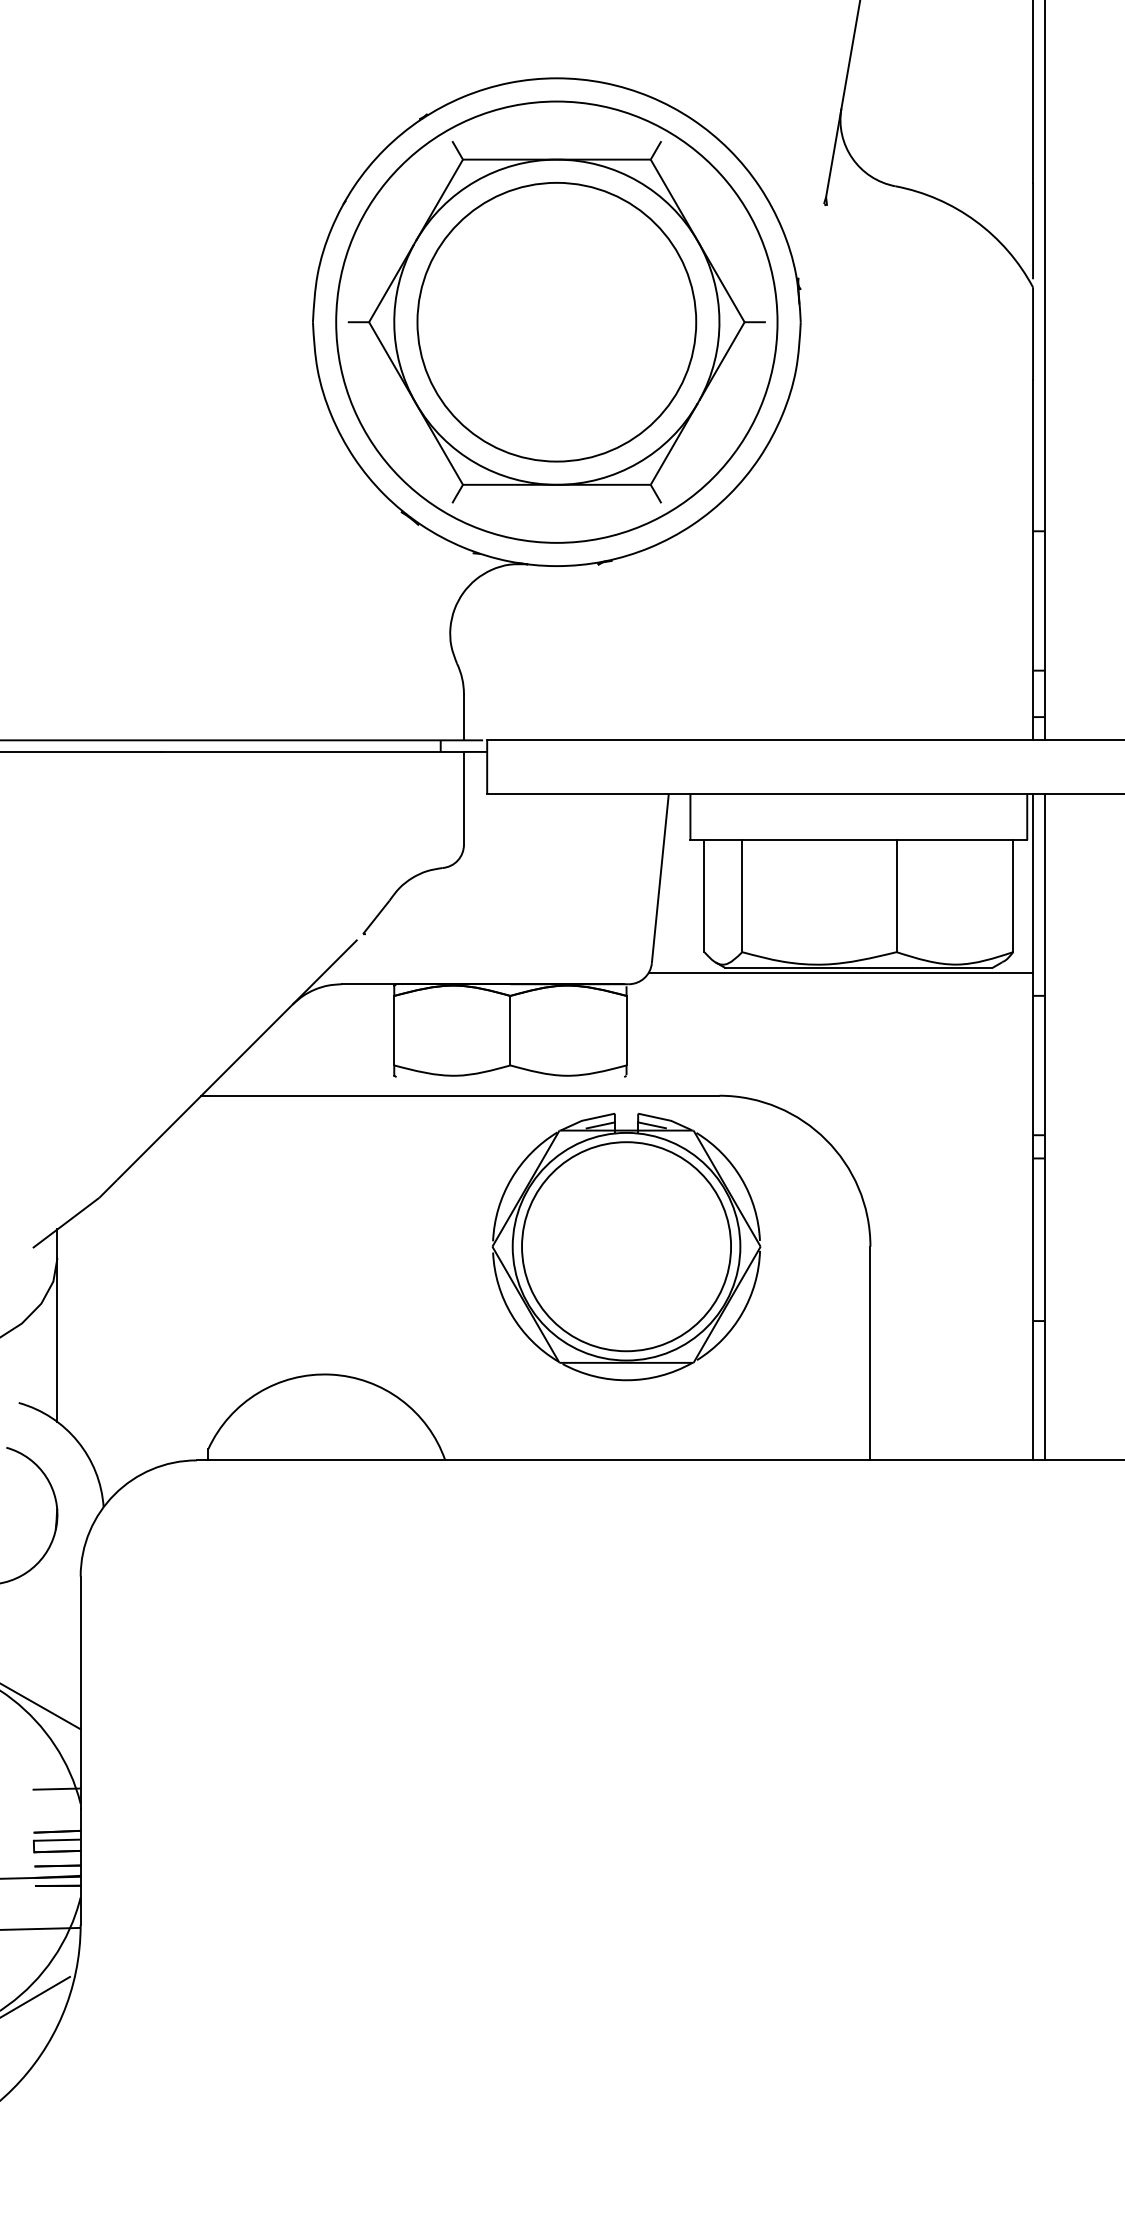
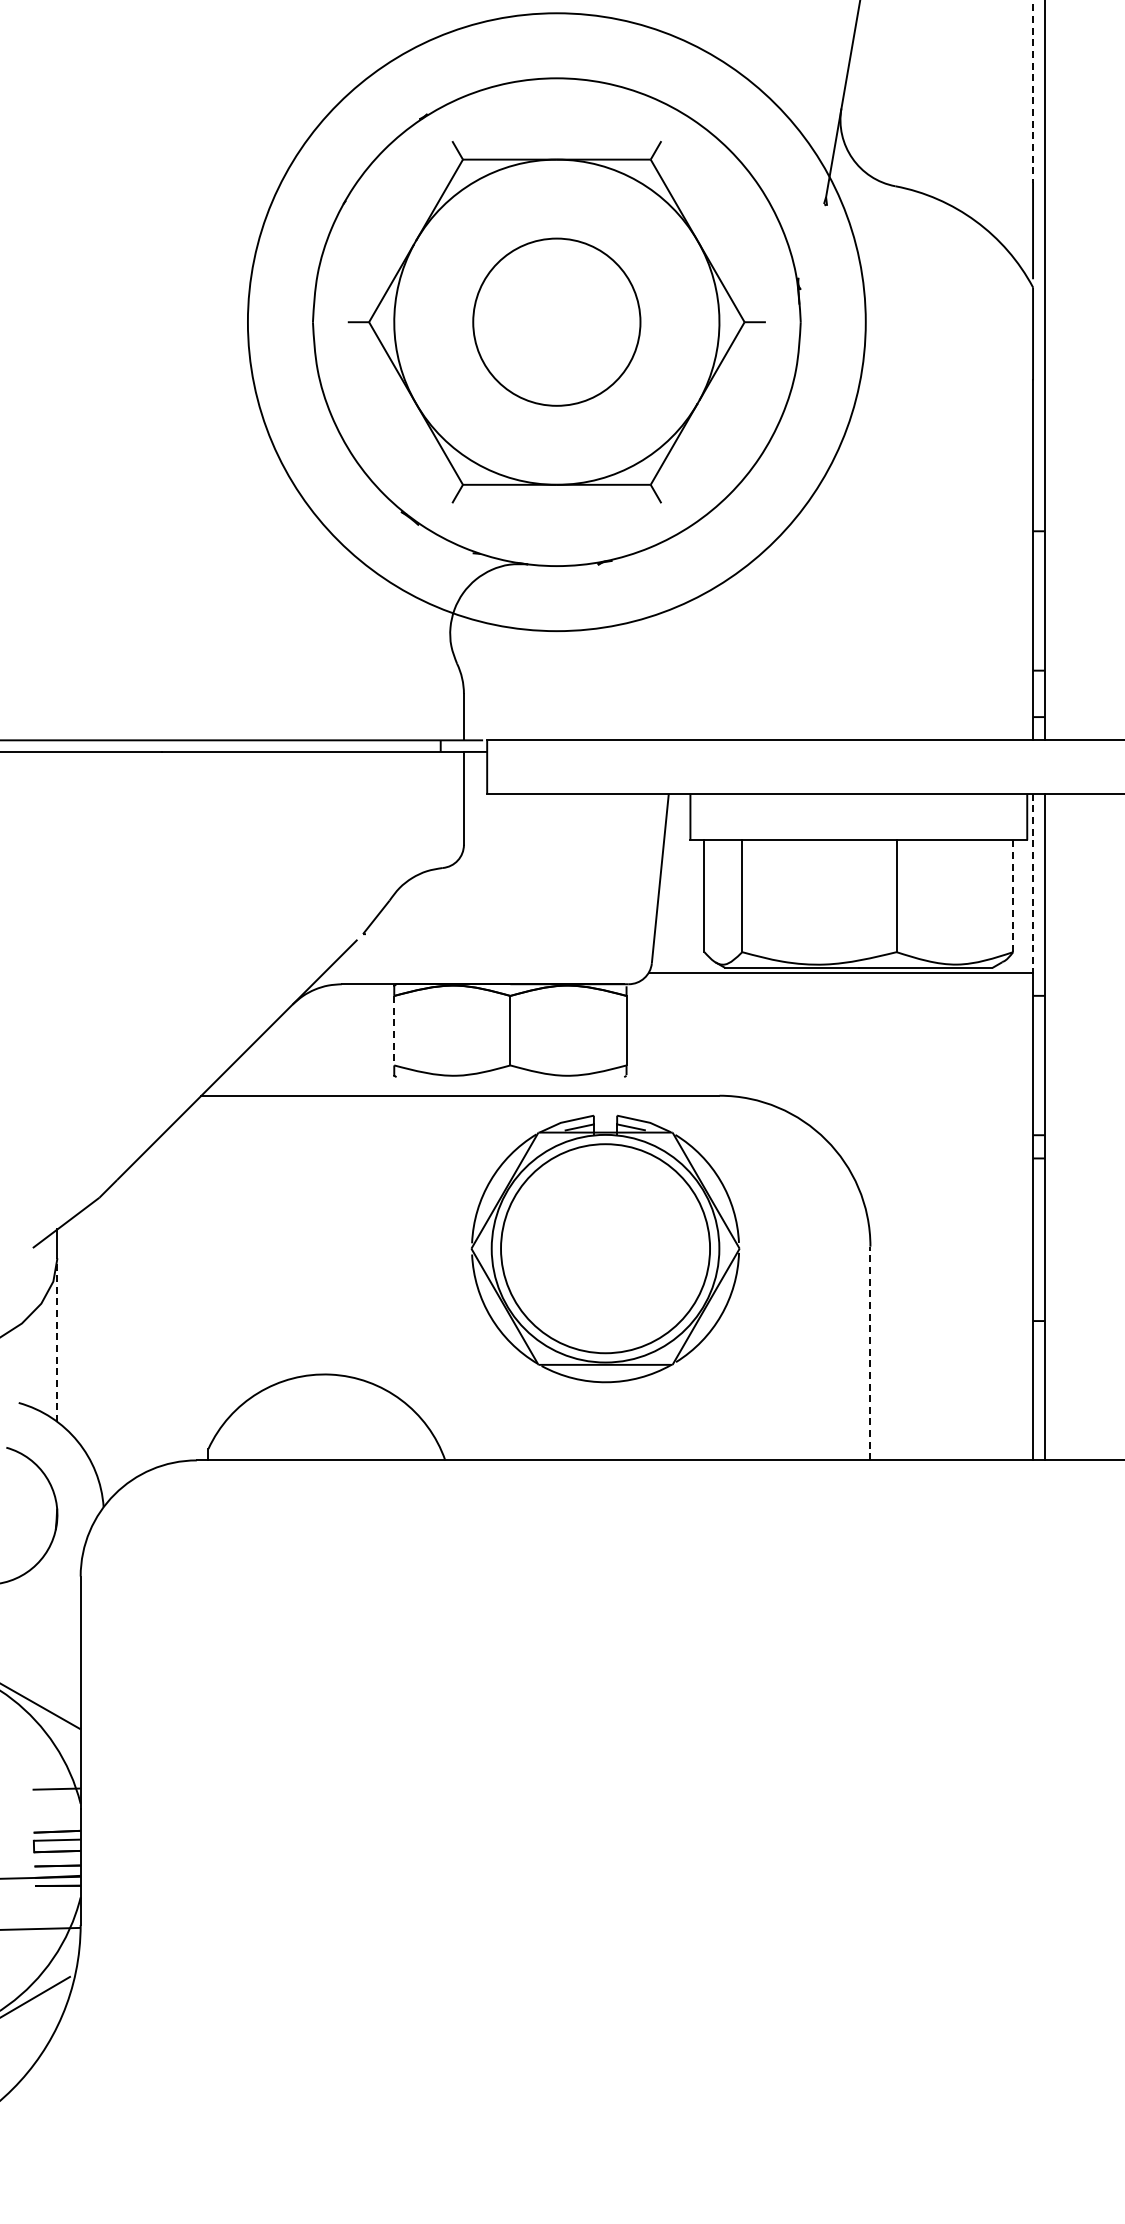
line at (1033, 91): solid -> dashed
circle at (556, 321) diameter: 279 px -> 167 px
circle at (556, 321) diameter: 441 px -> 618 px
line at (1033, 883): solid -> dashed
line at (1013, 896): solid -> dashed
line at (394, 1030): solid -> dashed
part at (626, 1246) position: (626, 1246) -> (605, 1248)
line at (57, 1340): solid -> dashed
line at (870, 1353): solid -> dashed
